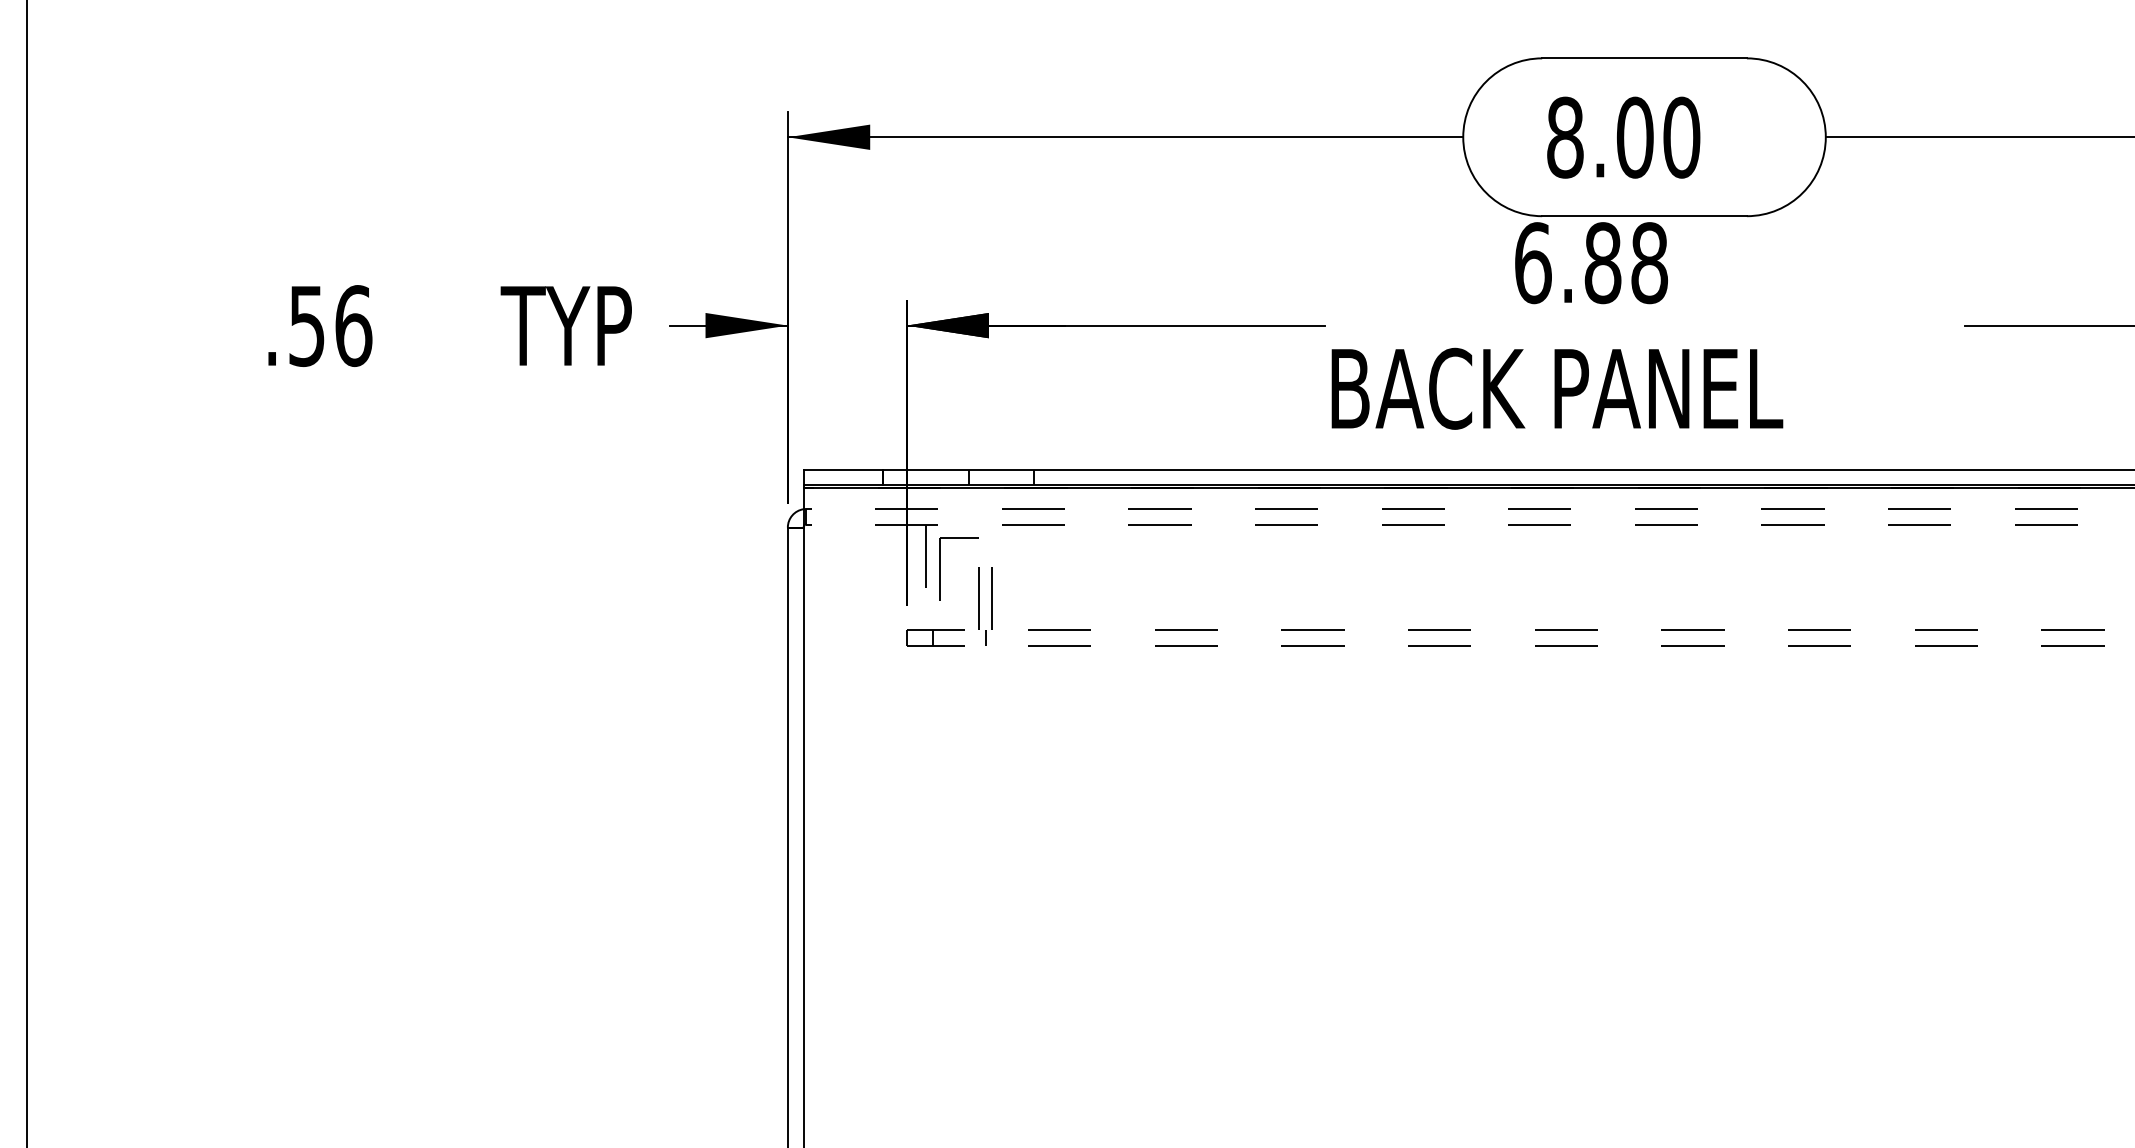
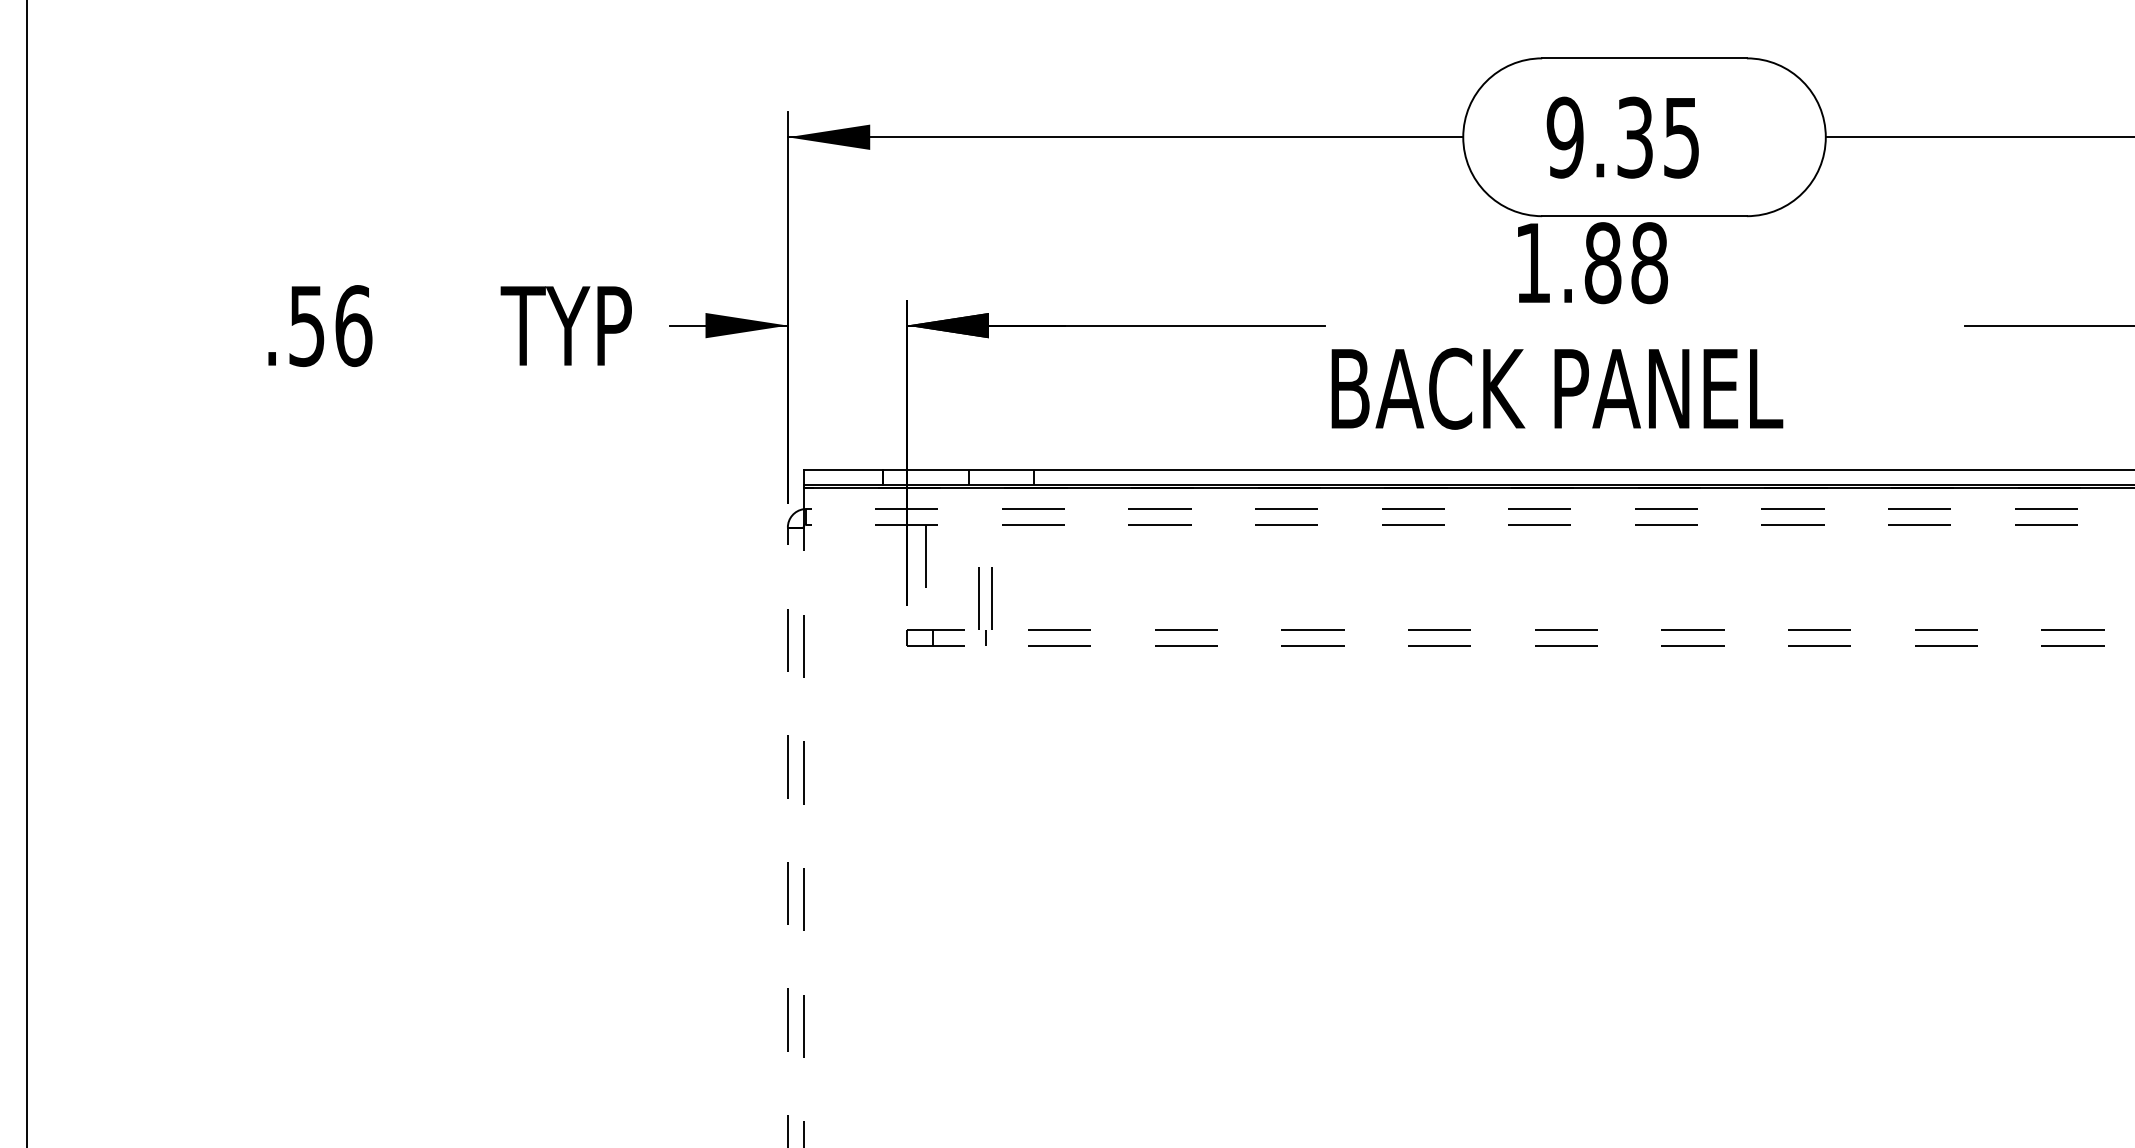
text at (1623, 137): 8.00 -> 9.35
text at (1533, 263): 6.88 -> 1.88
part at (940, 568): present -> none
line at (803, 817): solid -> dashed
line at (787, 837): solid -> dashed
